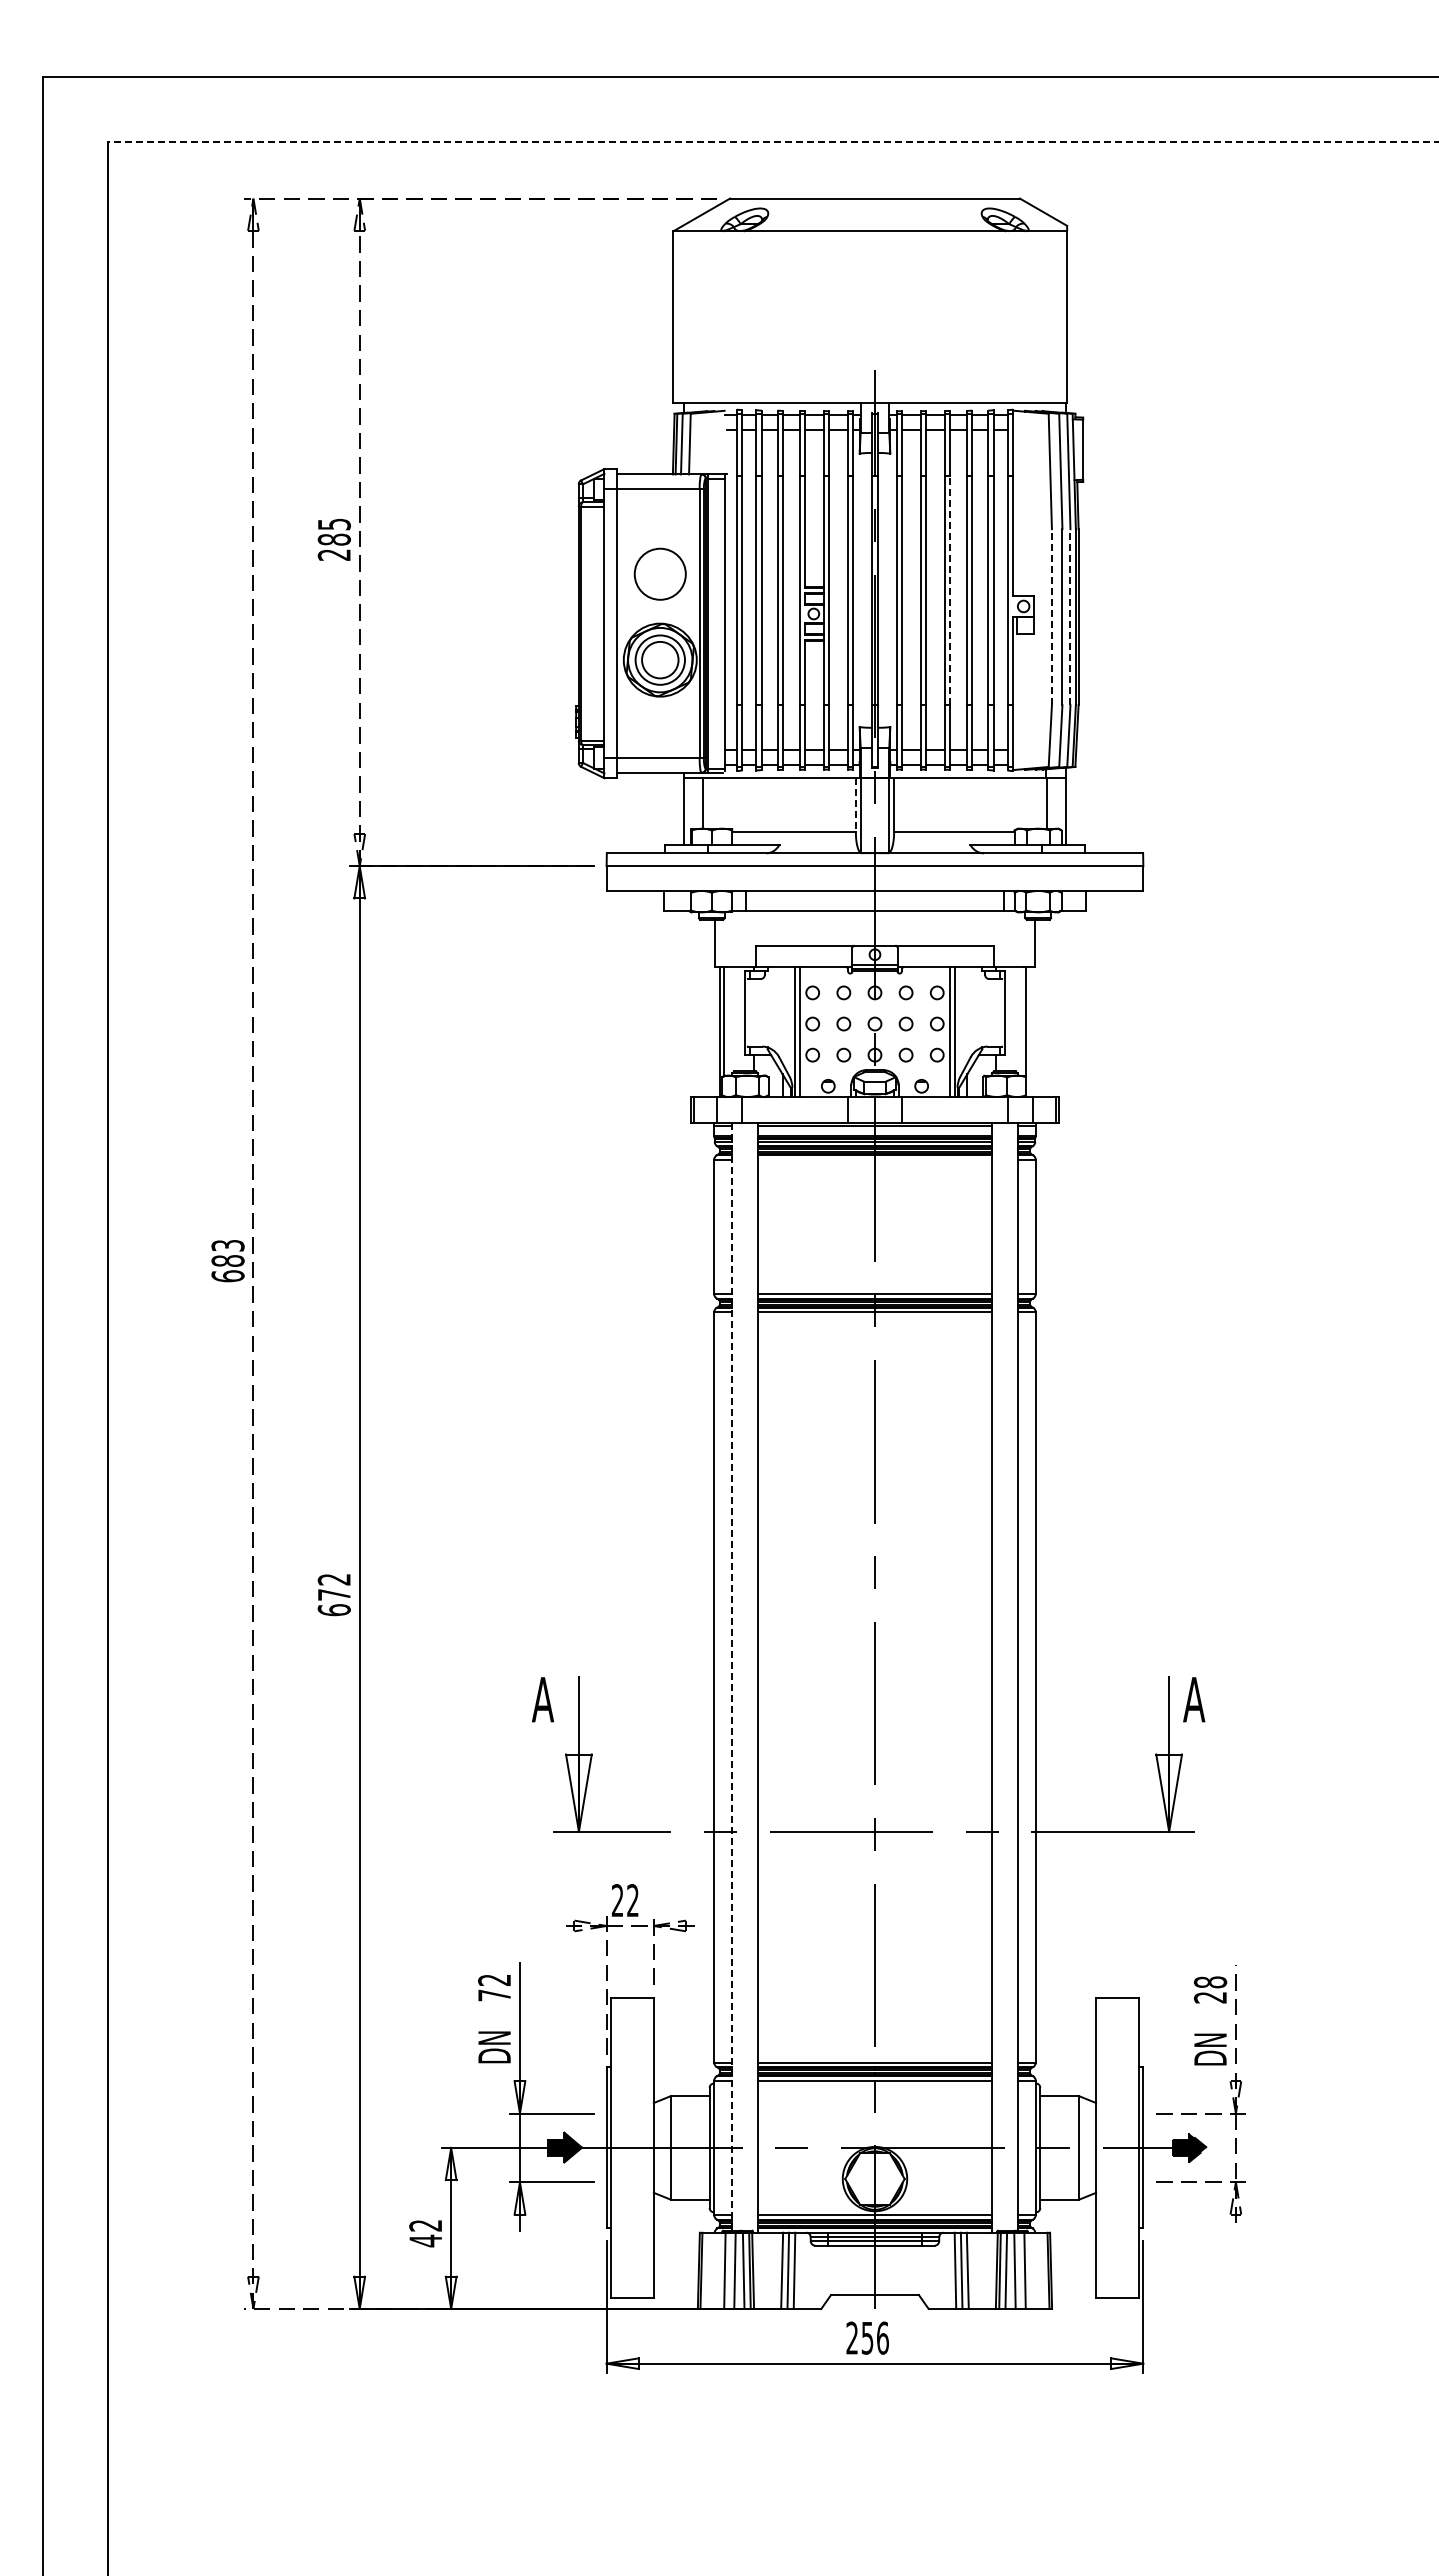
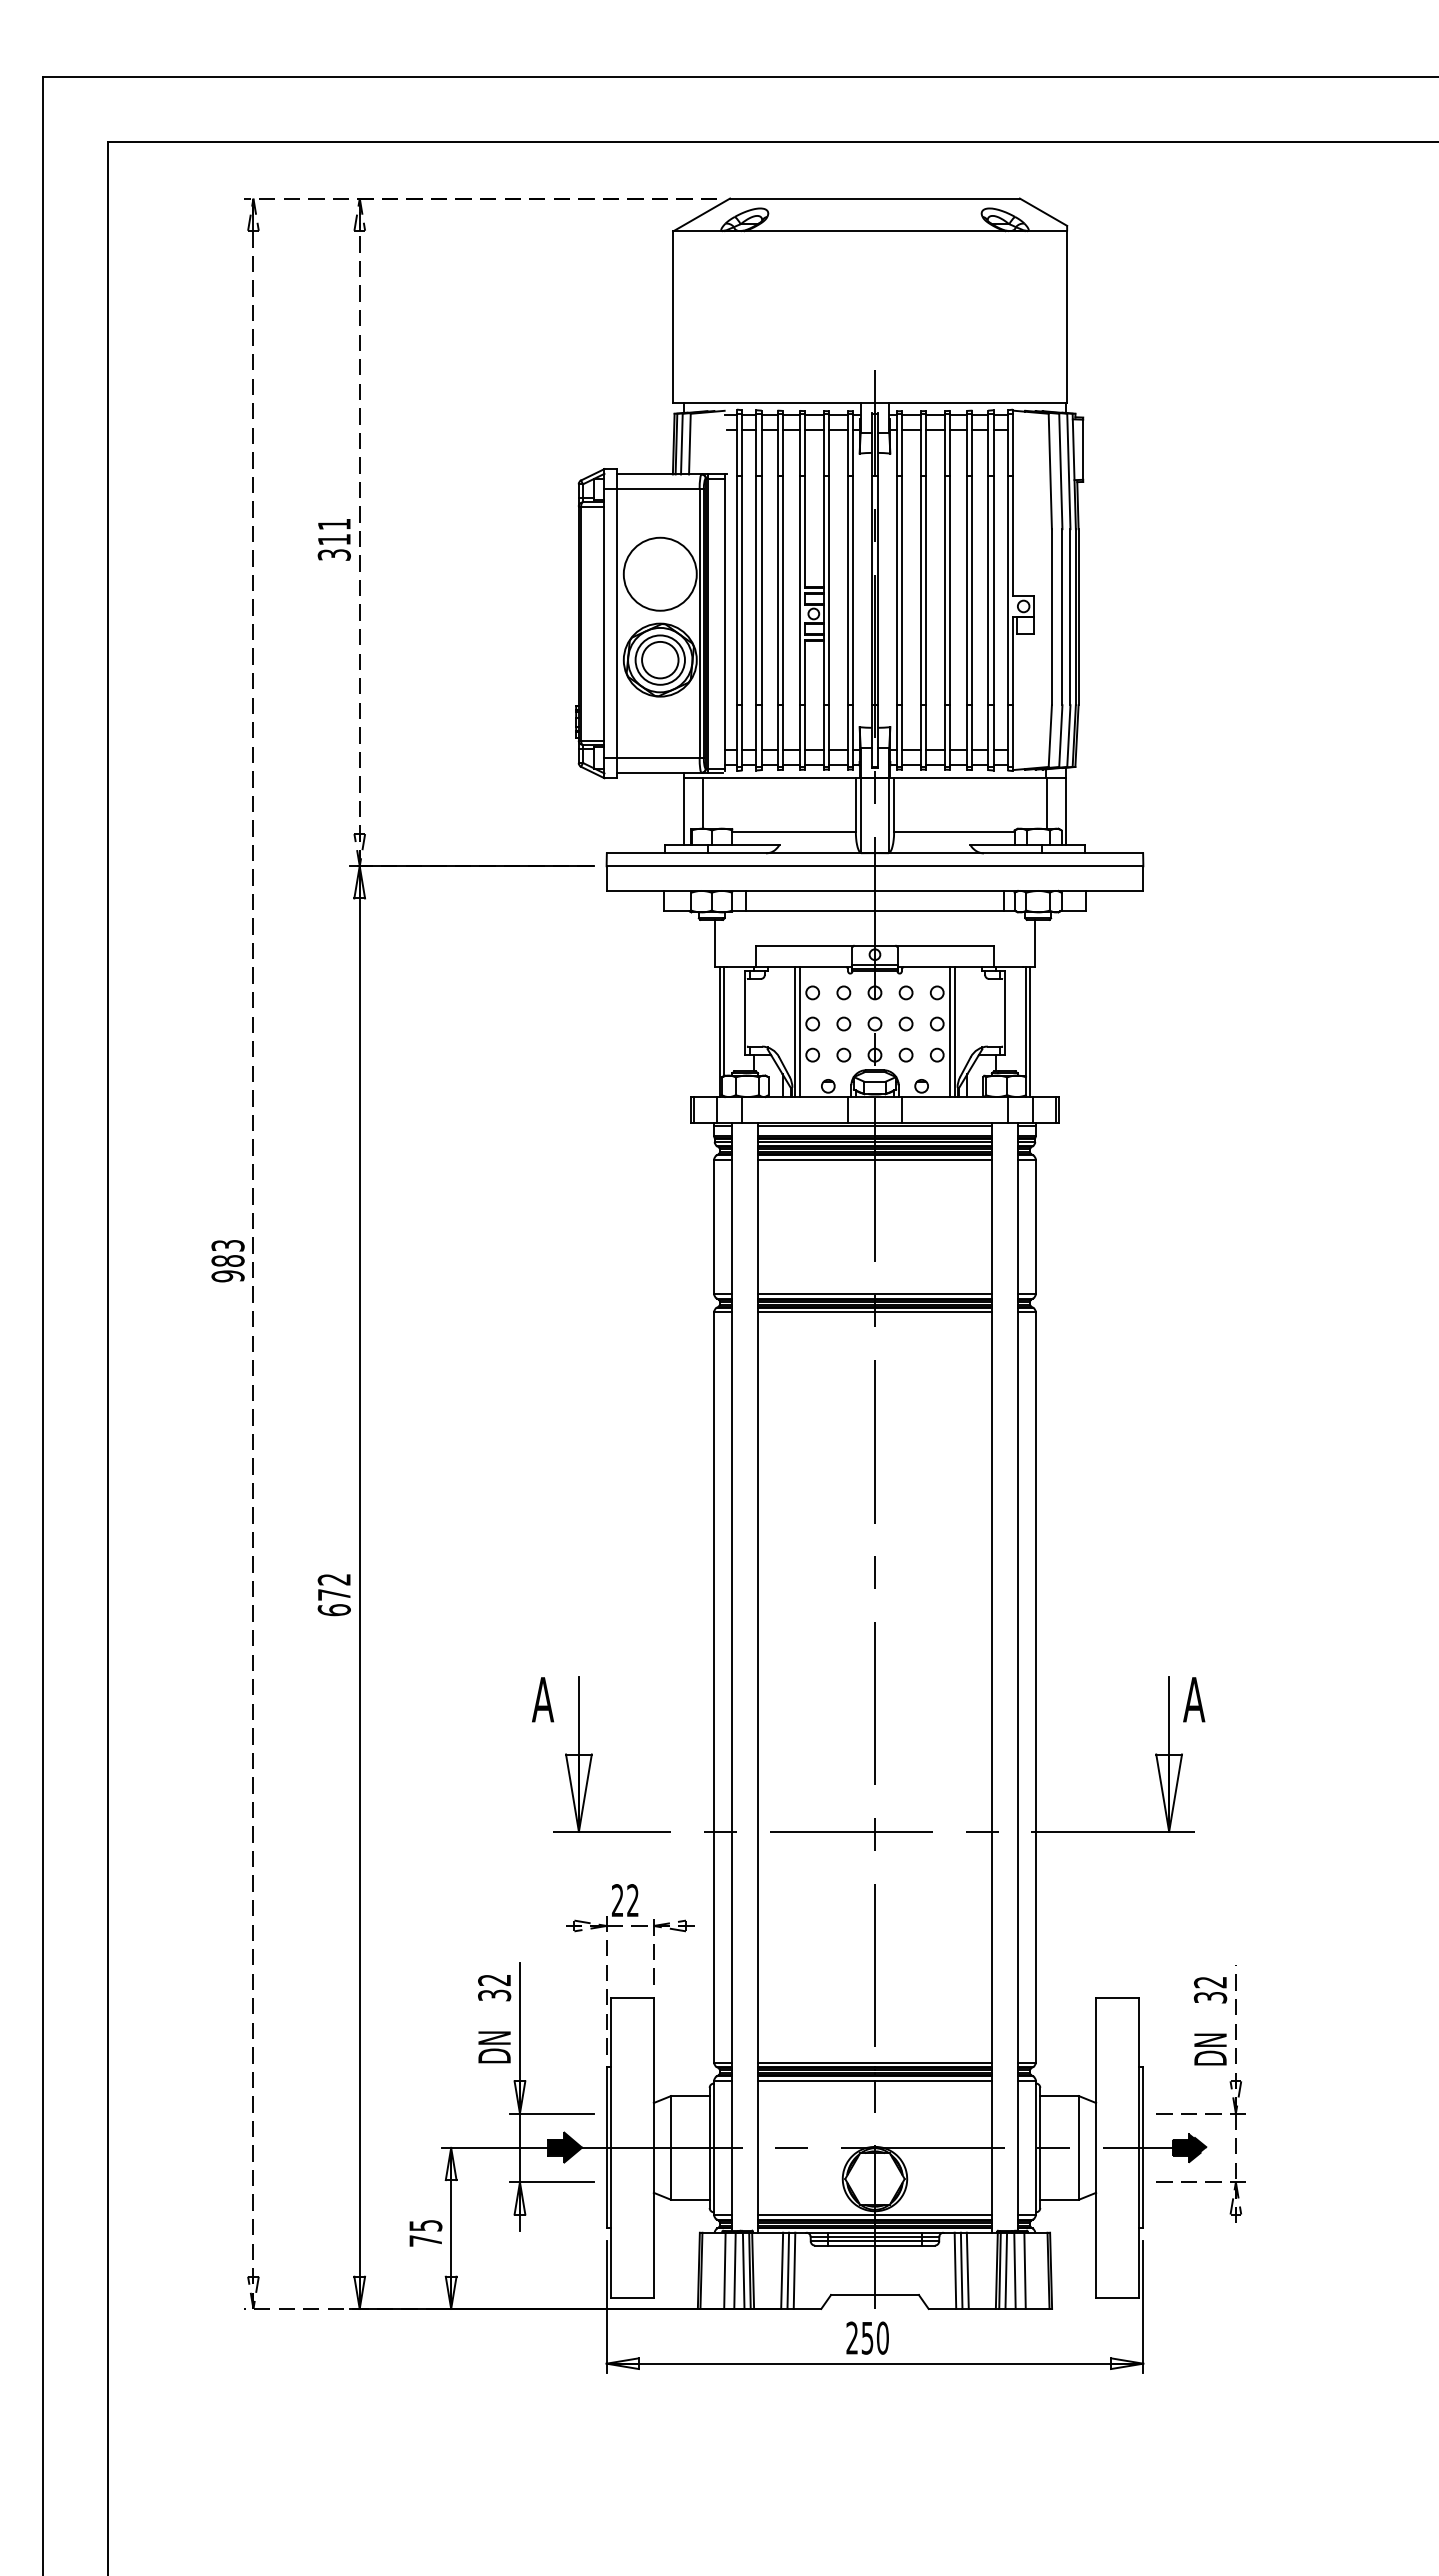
line at (772, 141): dashed -> solid
text at (333, 539): 285 -> 311
circle at (659, 573) diameter: 51 px -> 73 px
line at (950, 590): dashed -> solid
line at (1051, 616): dashed -> solid
line at (1070, 616): dashed -> solid
line at (855, 805): dashed -> solid
line at (1029, 1032): none -> present
line at (874, 1159): none -> present
text at (227, 1276): 683 -> 983
line at (732, 1676): dashed -> solid
text at (1210, 1989): 28 -> 32
text at (494, 1995): 72 -> 32
text at (425, 2233): 42 -> 75
text at (882, 2337): 256 -> 250
